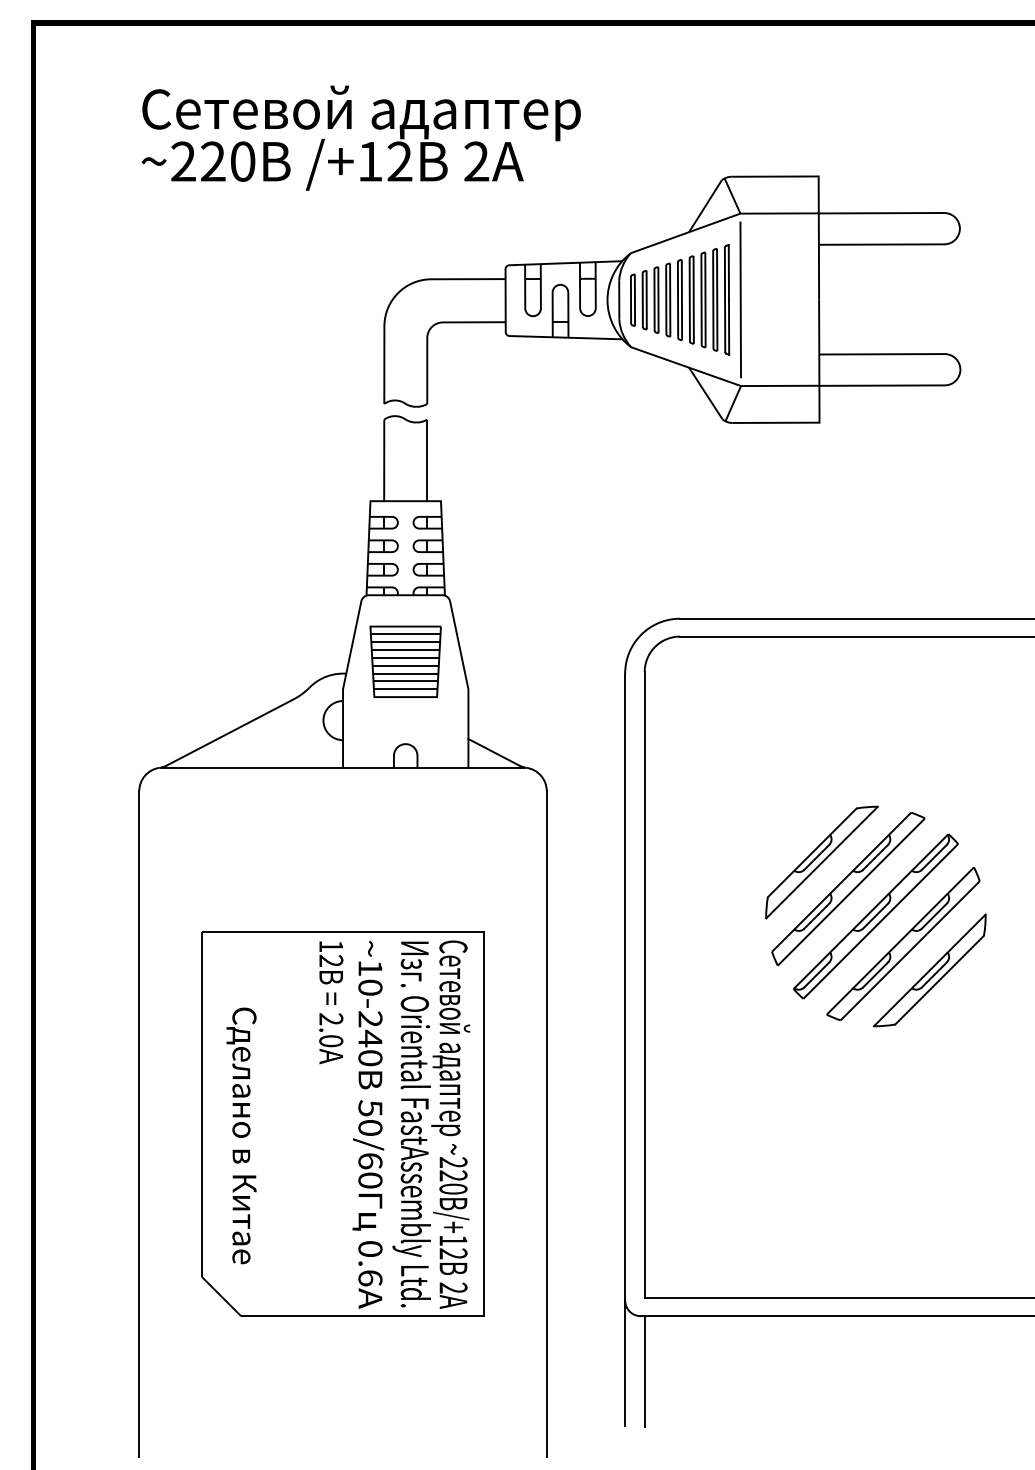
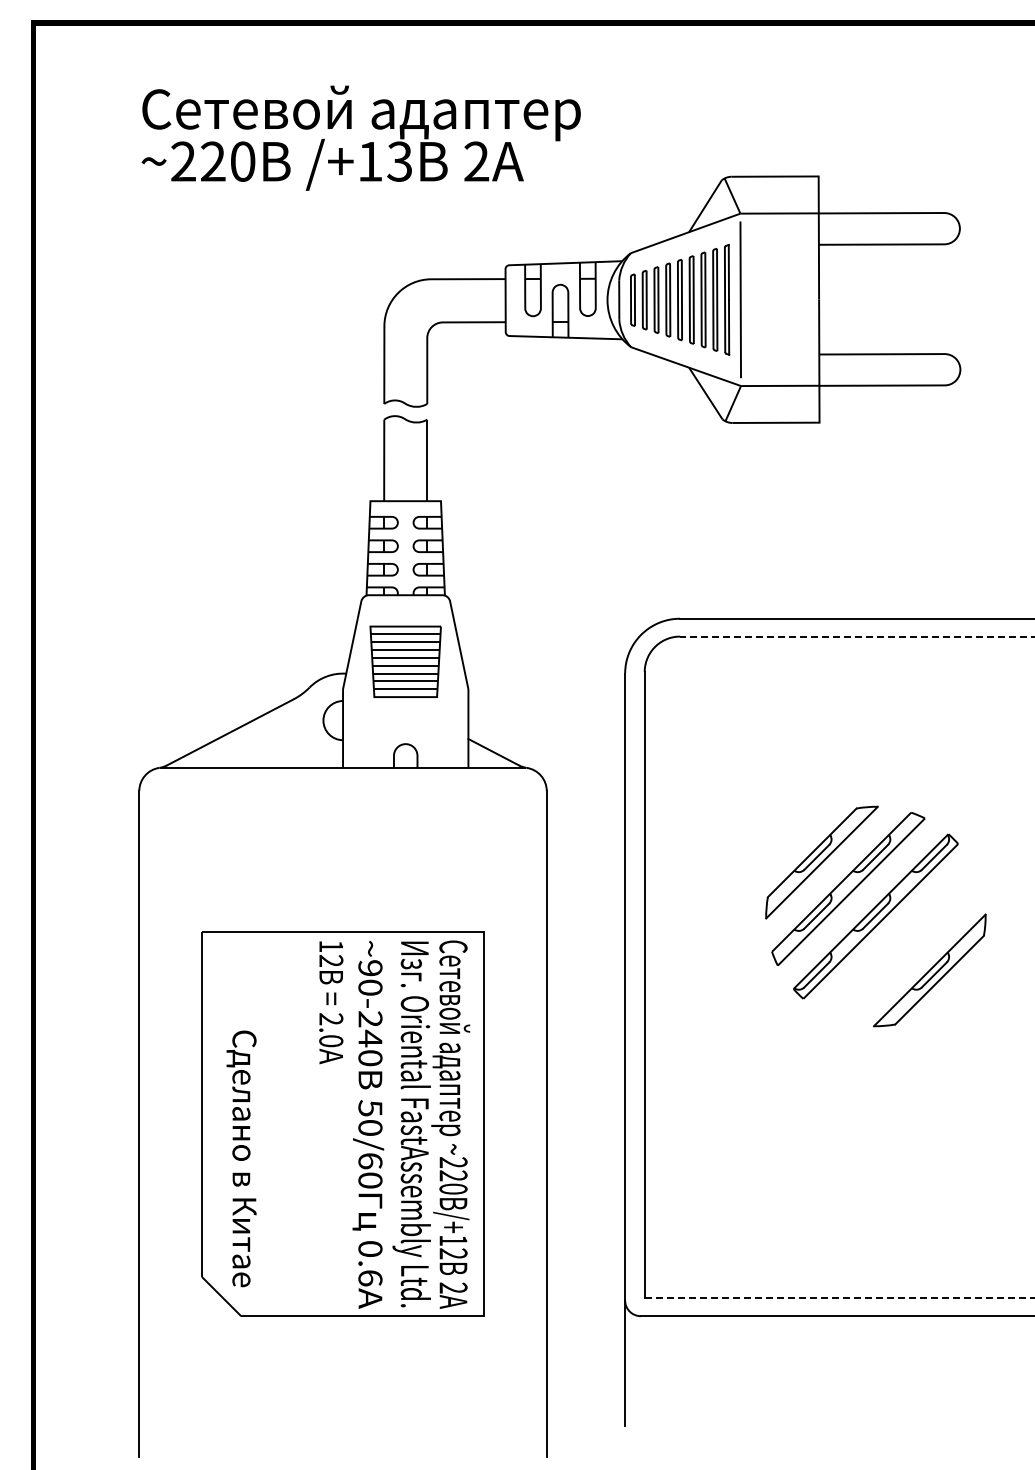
text at (399, 161): /+12 -> /+13
line at (856, 636): solid -> dashed
part at (903, 943): present -> none
text at (370, 968): ~10-240 -> ~90-240
text at (241, 1135) position: (241, 1135) -> (241, 1158)
line at (839, 1297): solid -> dashed
line at (644, 1371): present -> none
